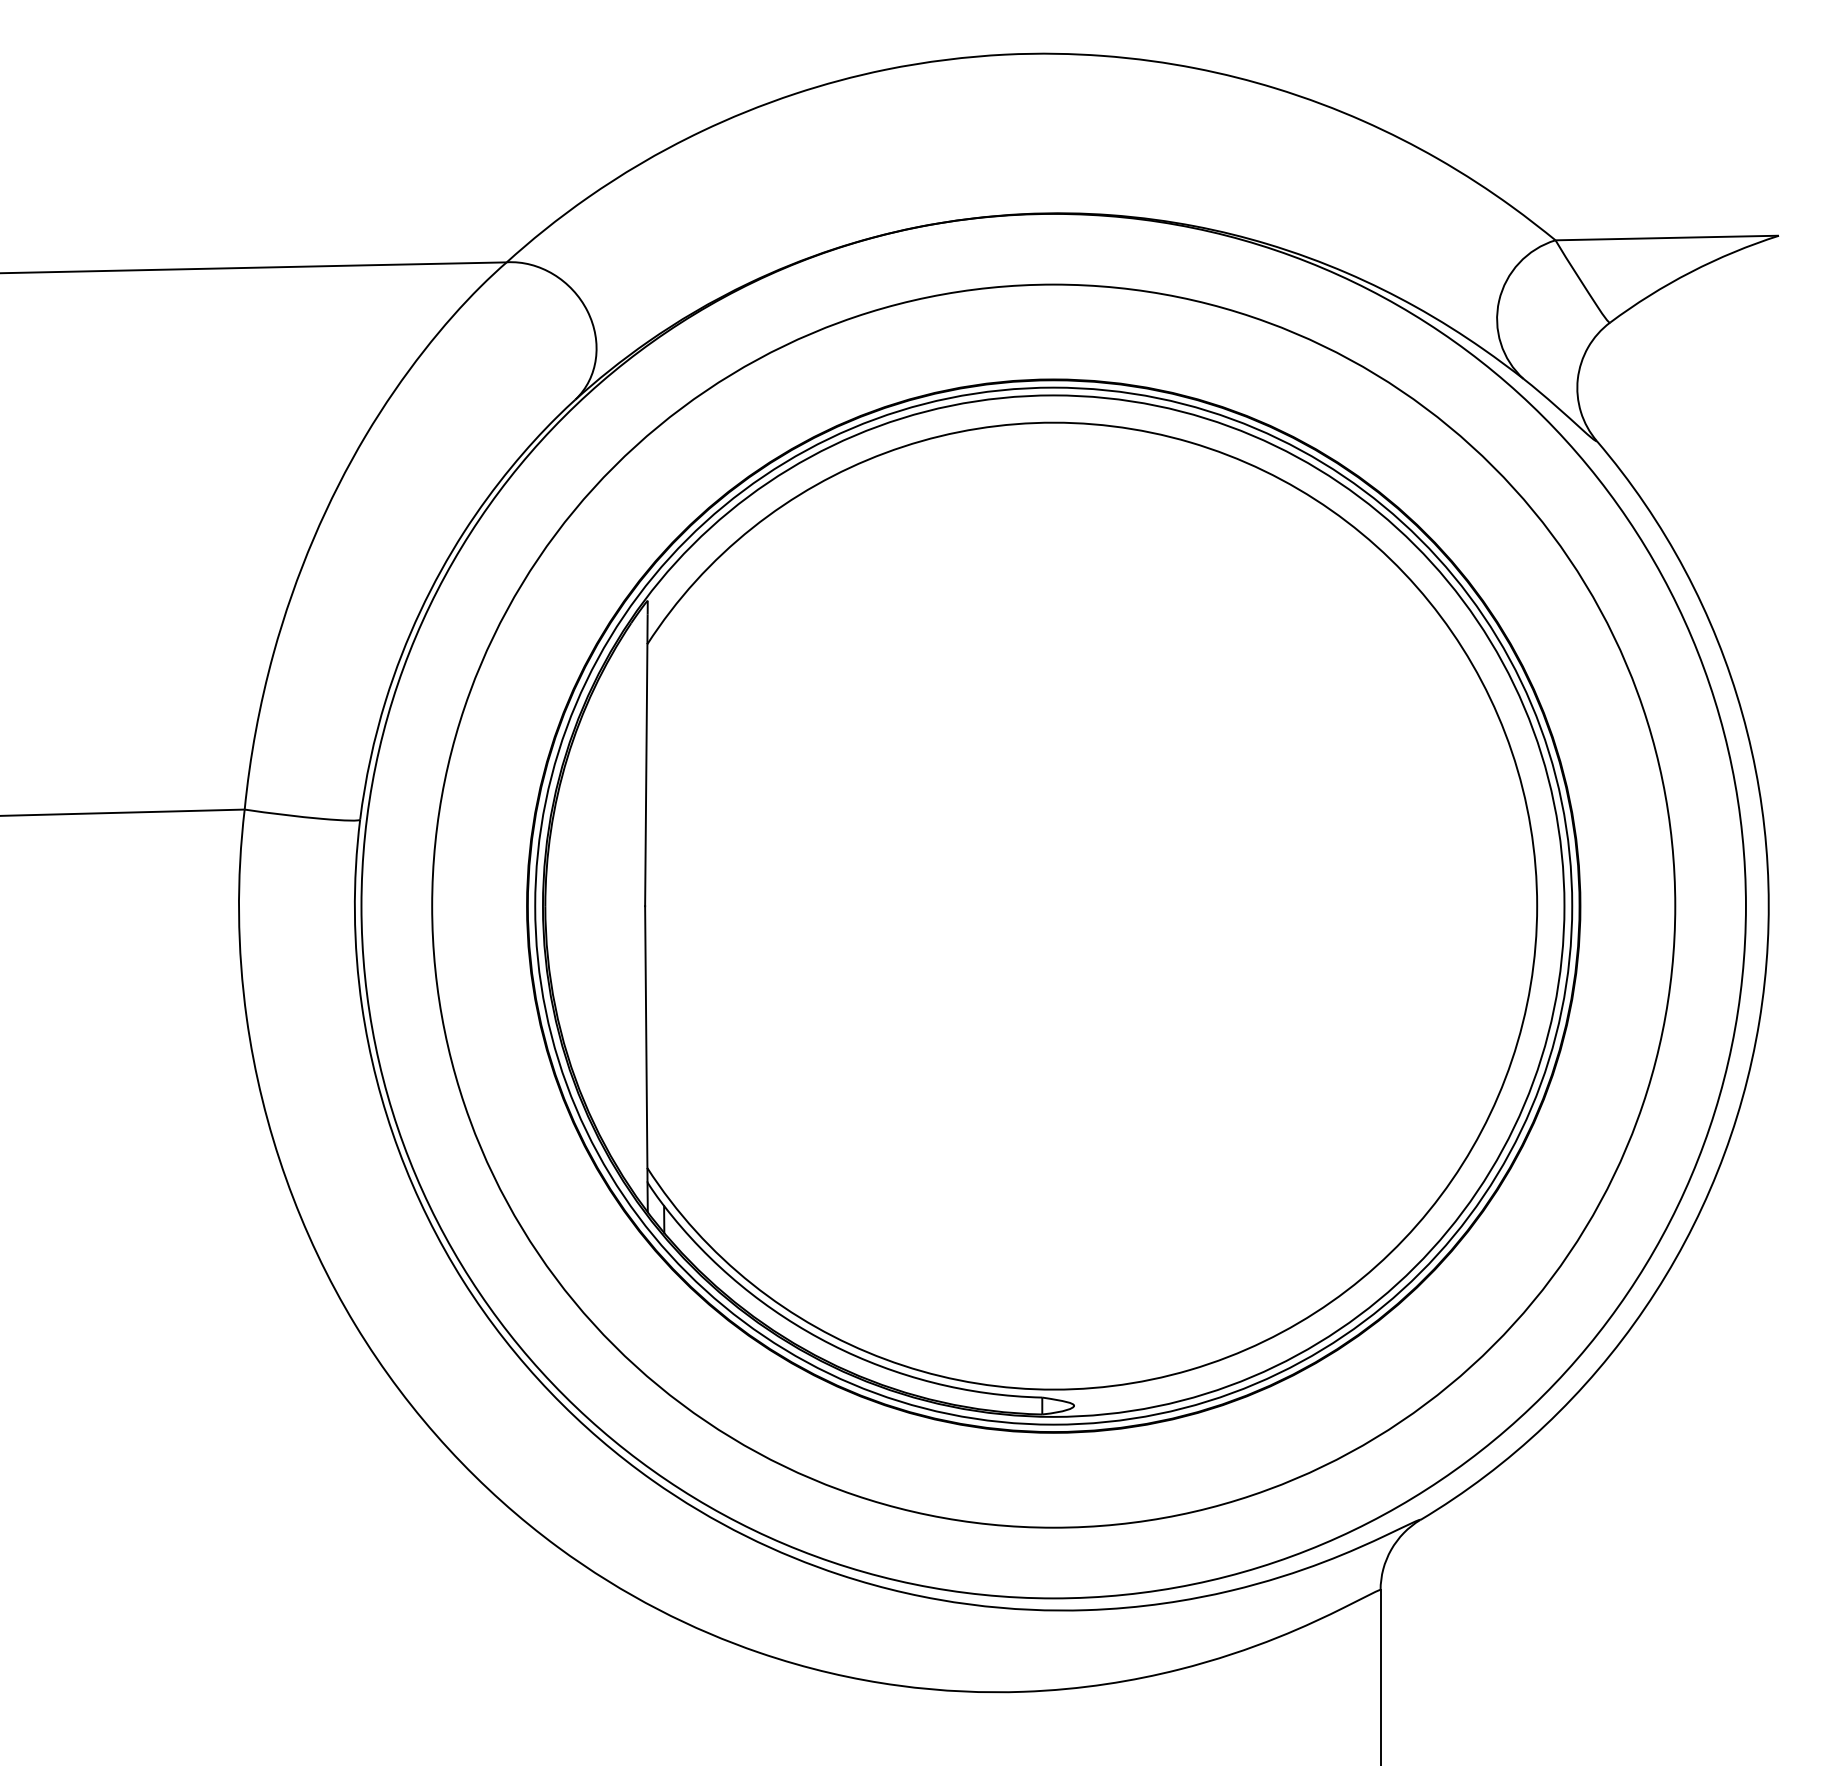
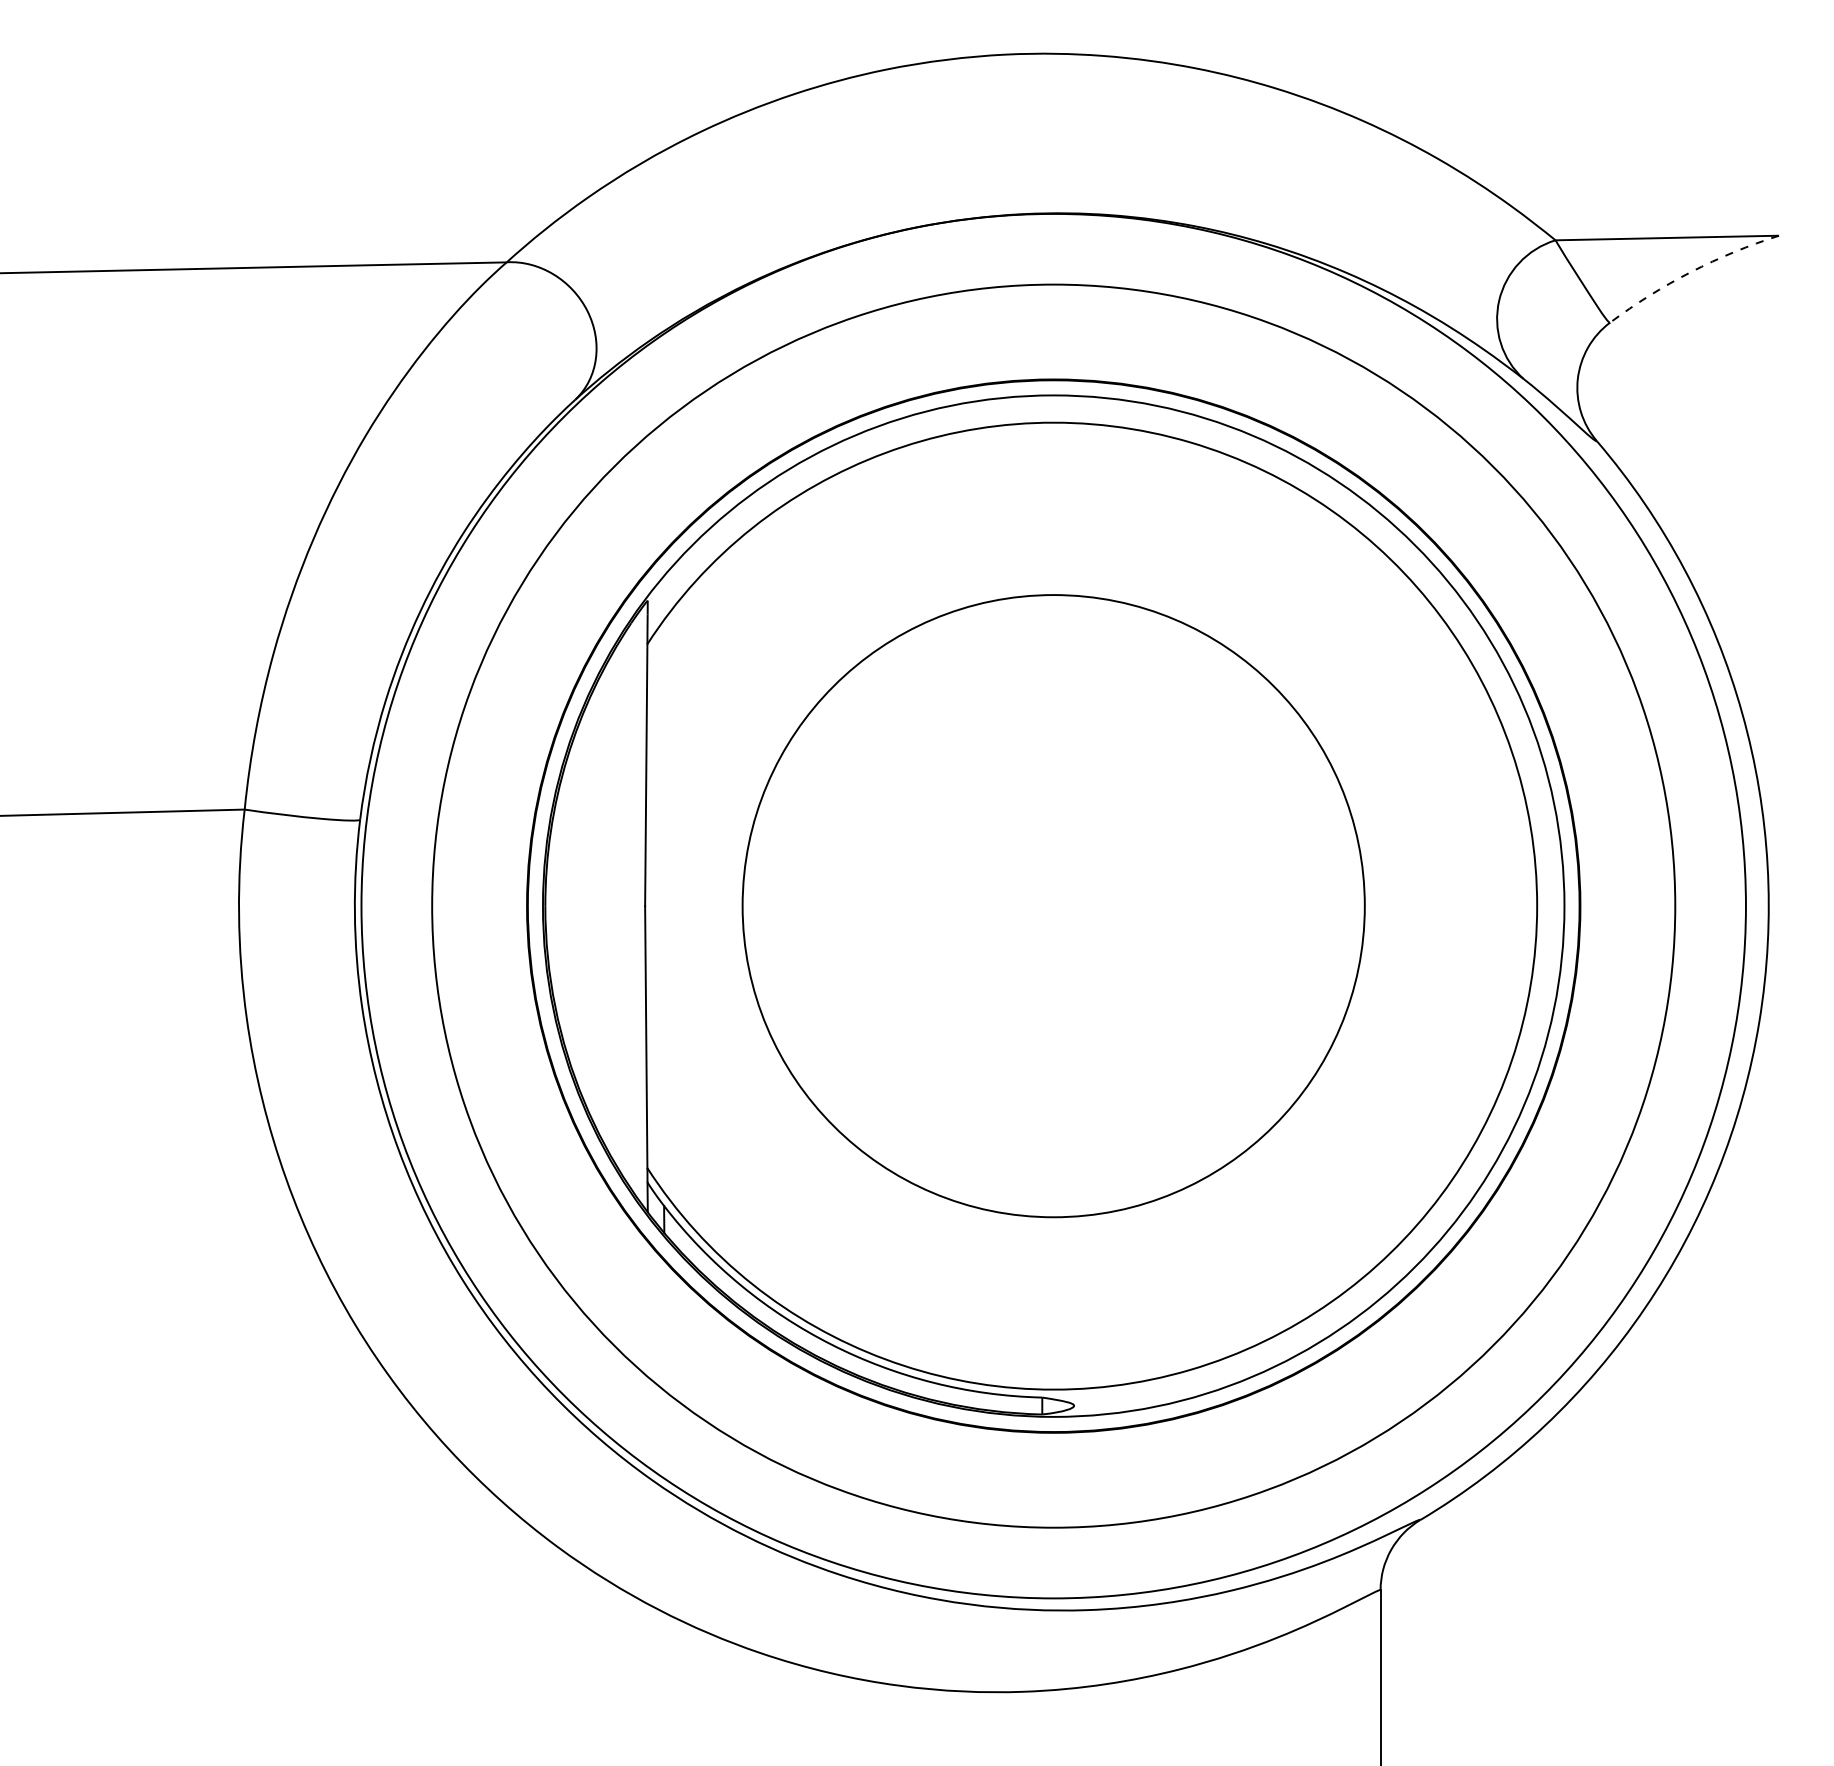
arc at (1690, 272): solid -> dashed
circle at (1053, 905) diameter: 1037 px -> 622 px
